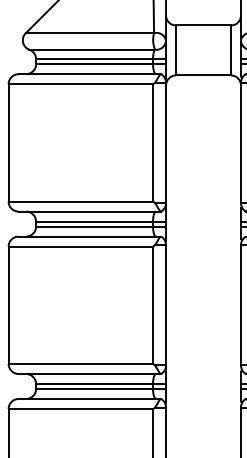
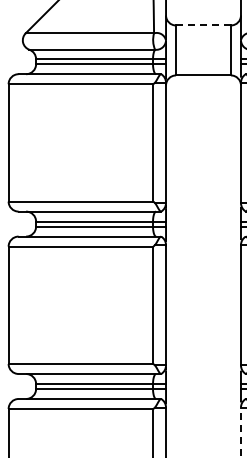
line at (203, 25): solid -> dashed
line at (240, 432): solid -> dashed
